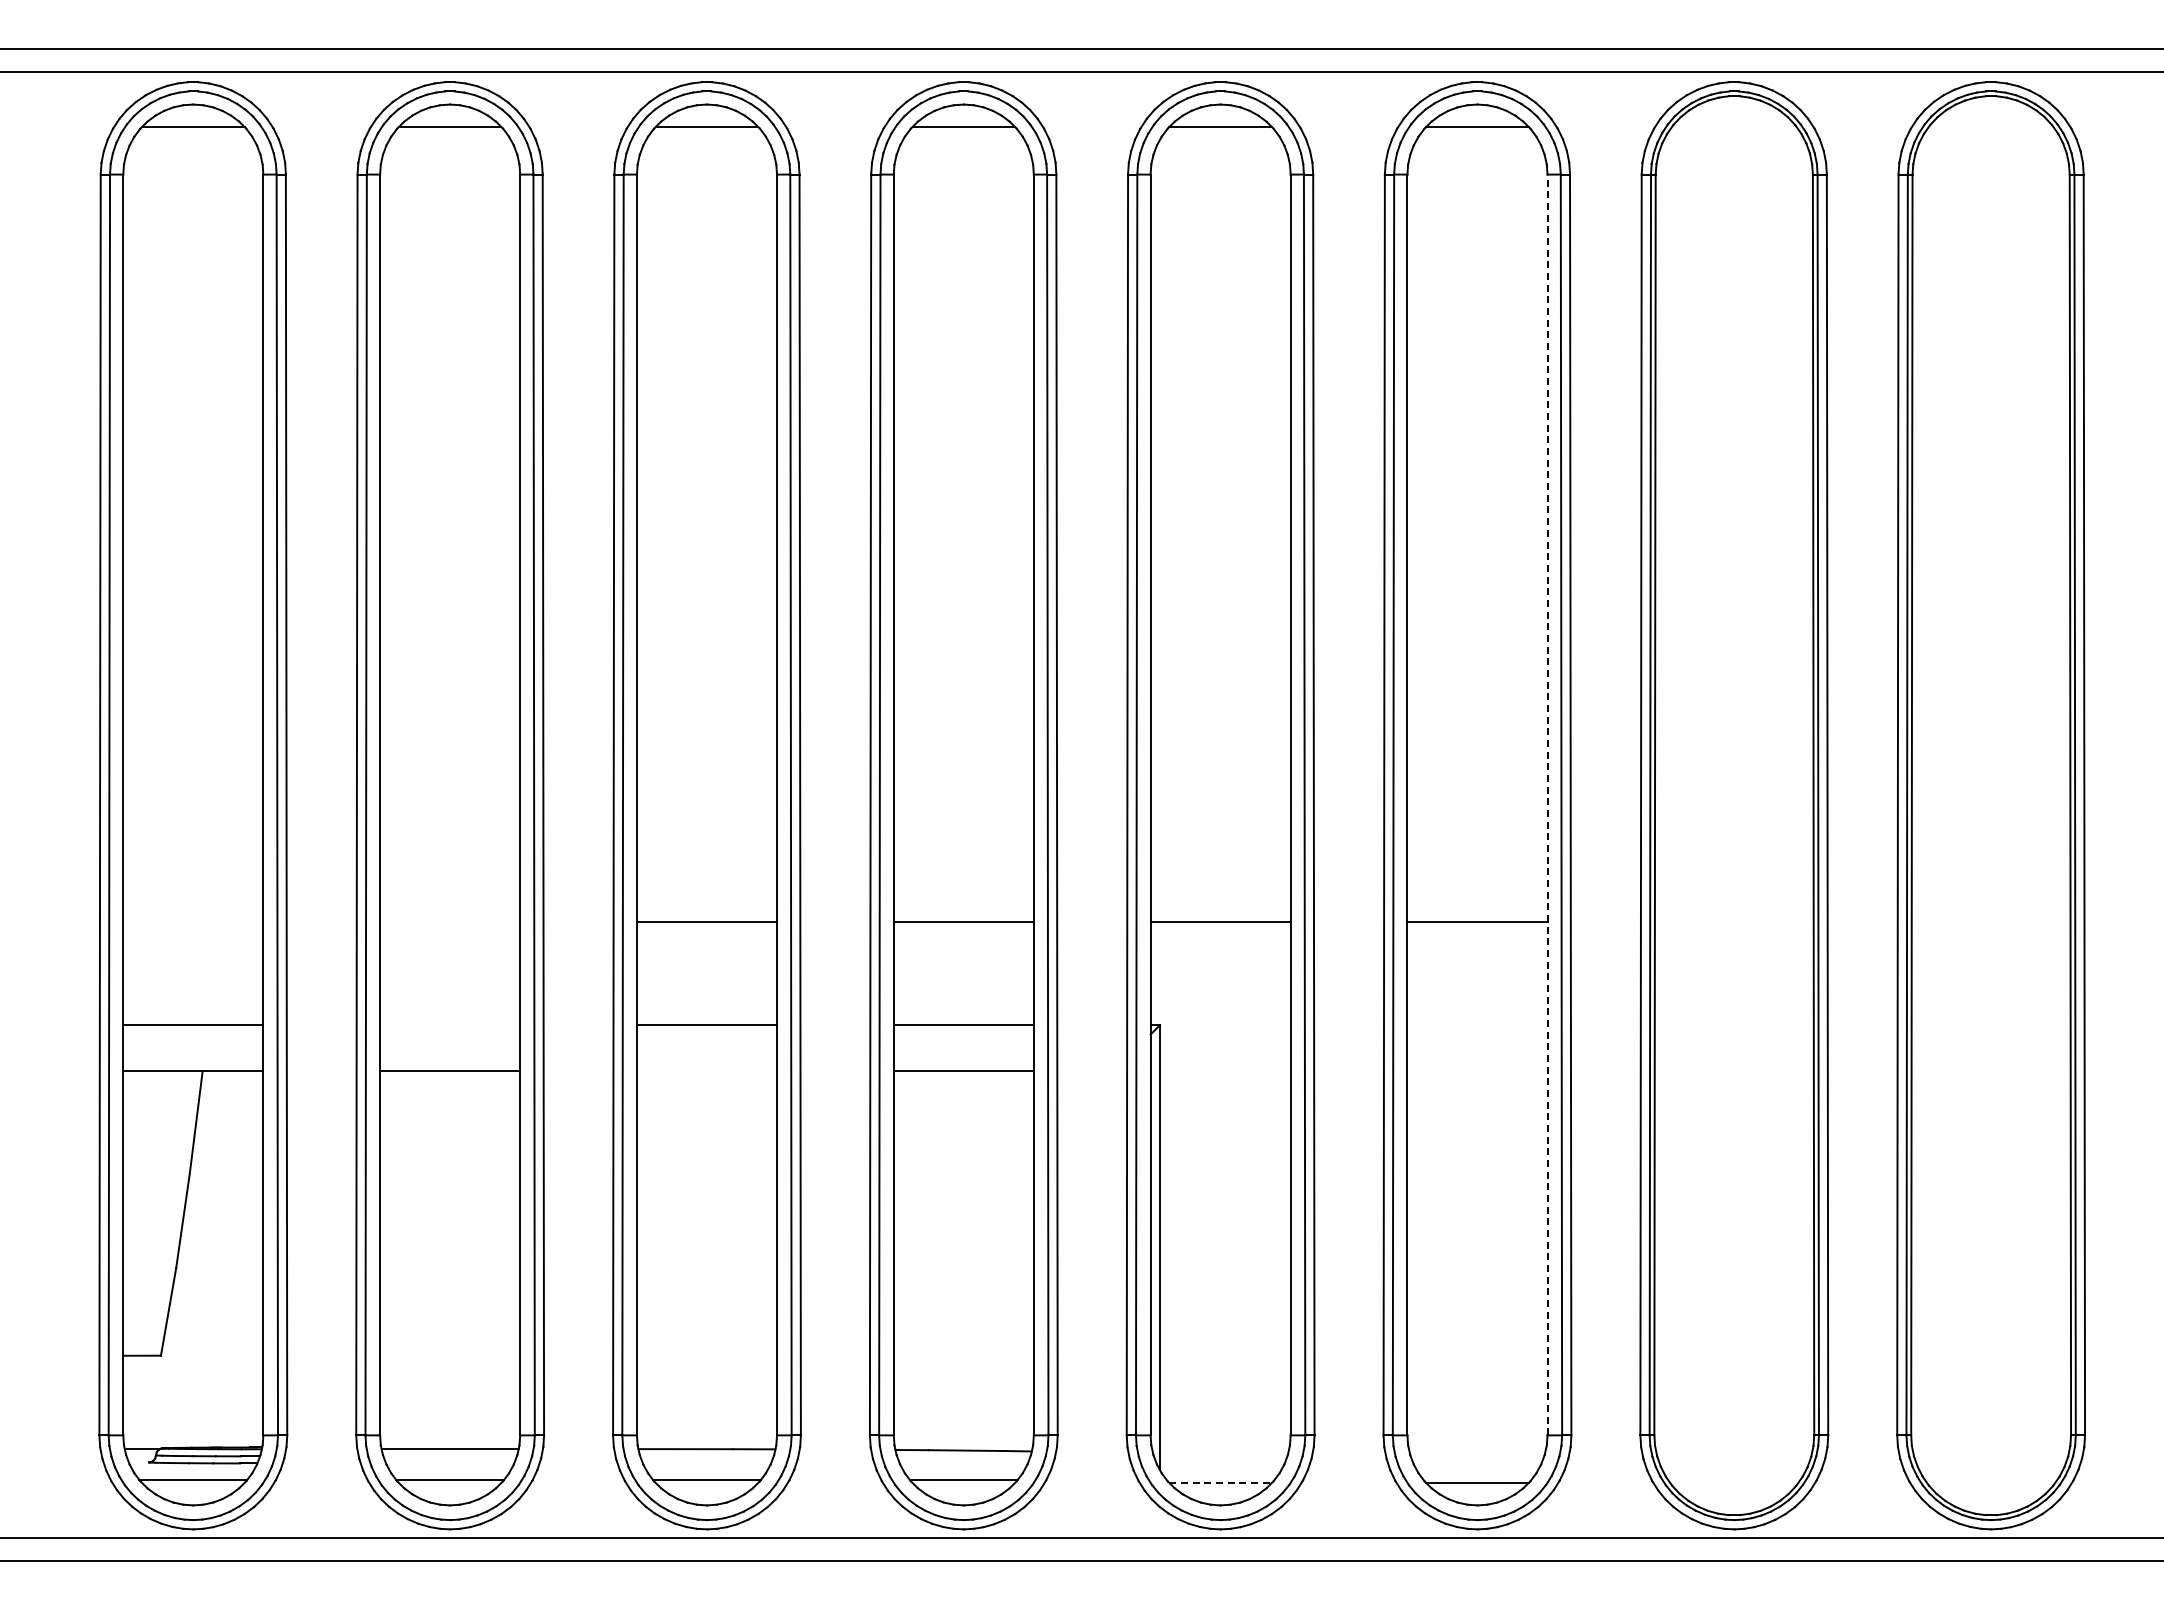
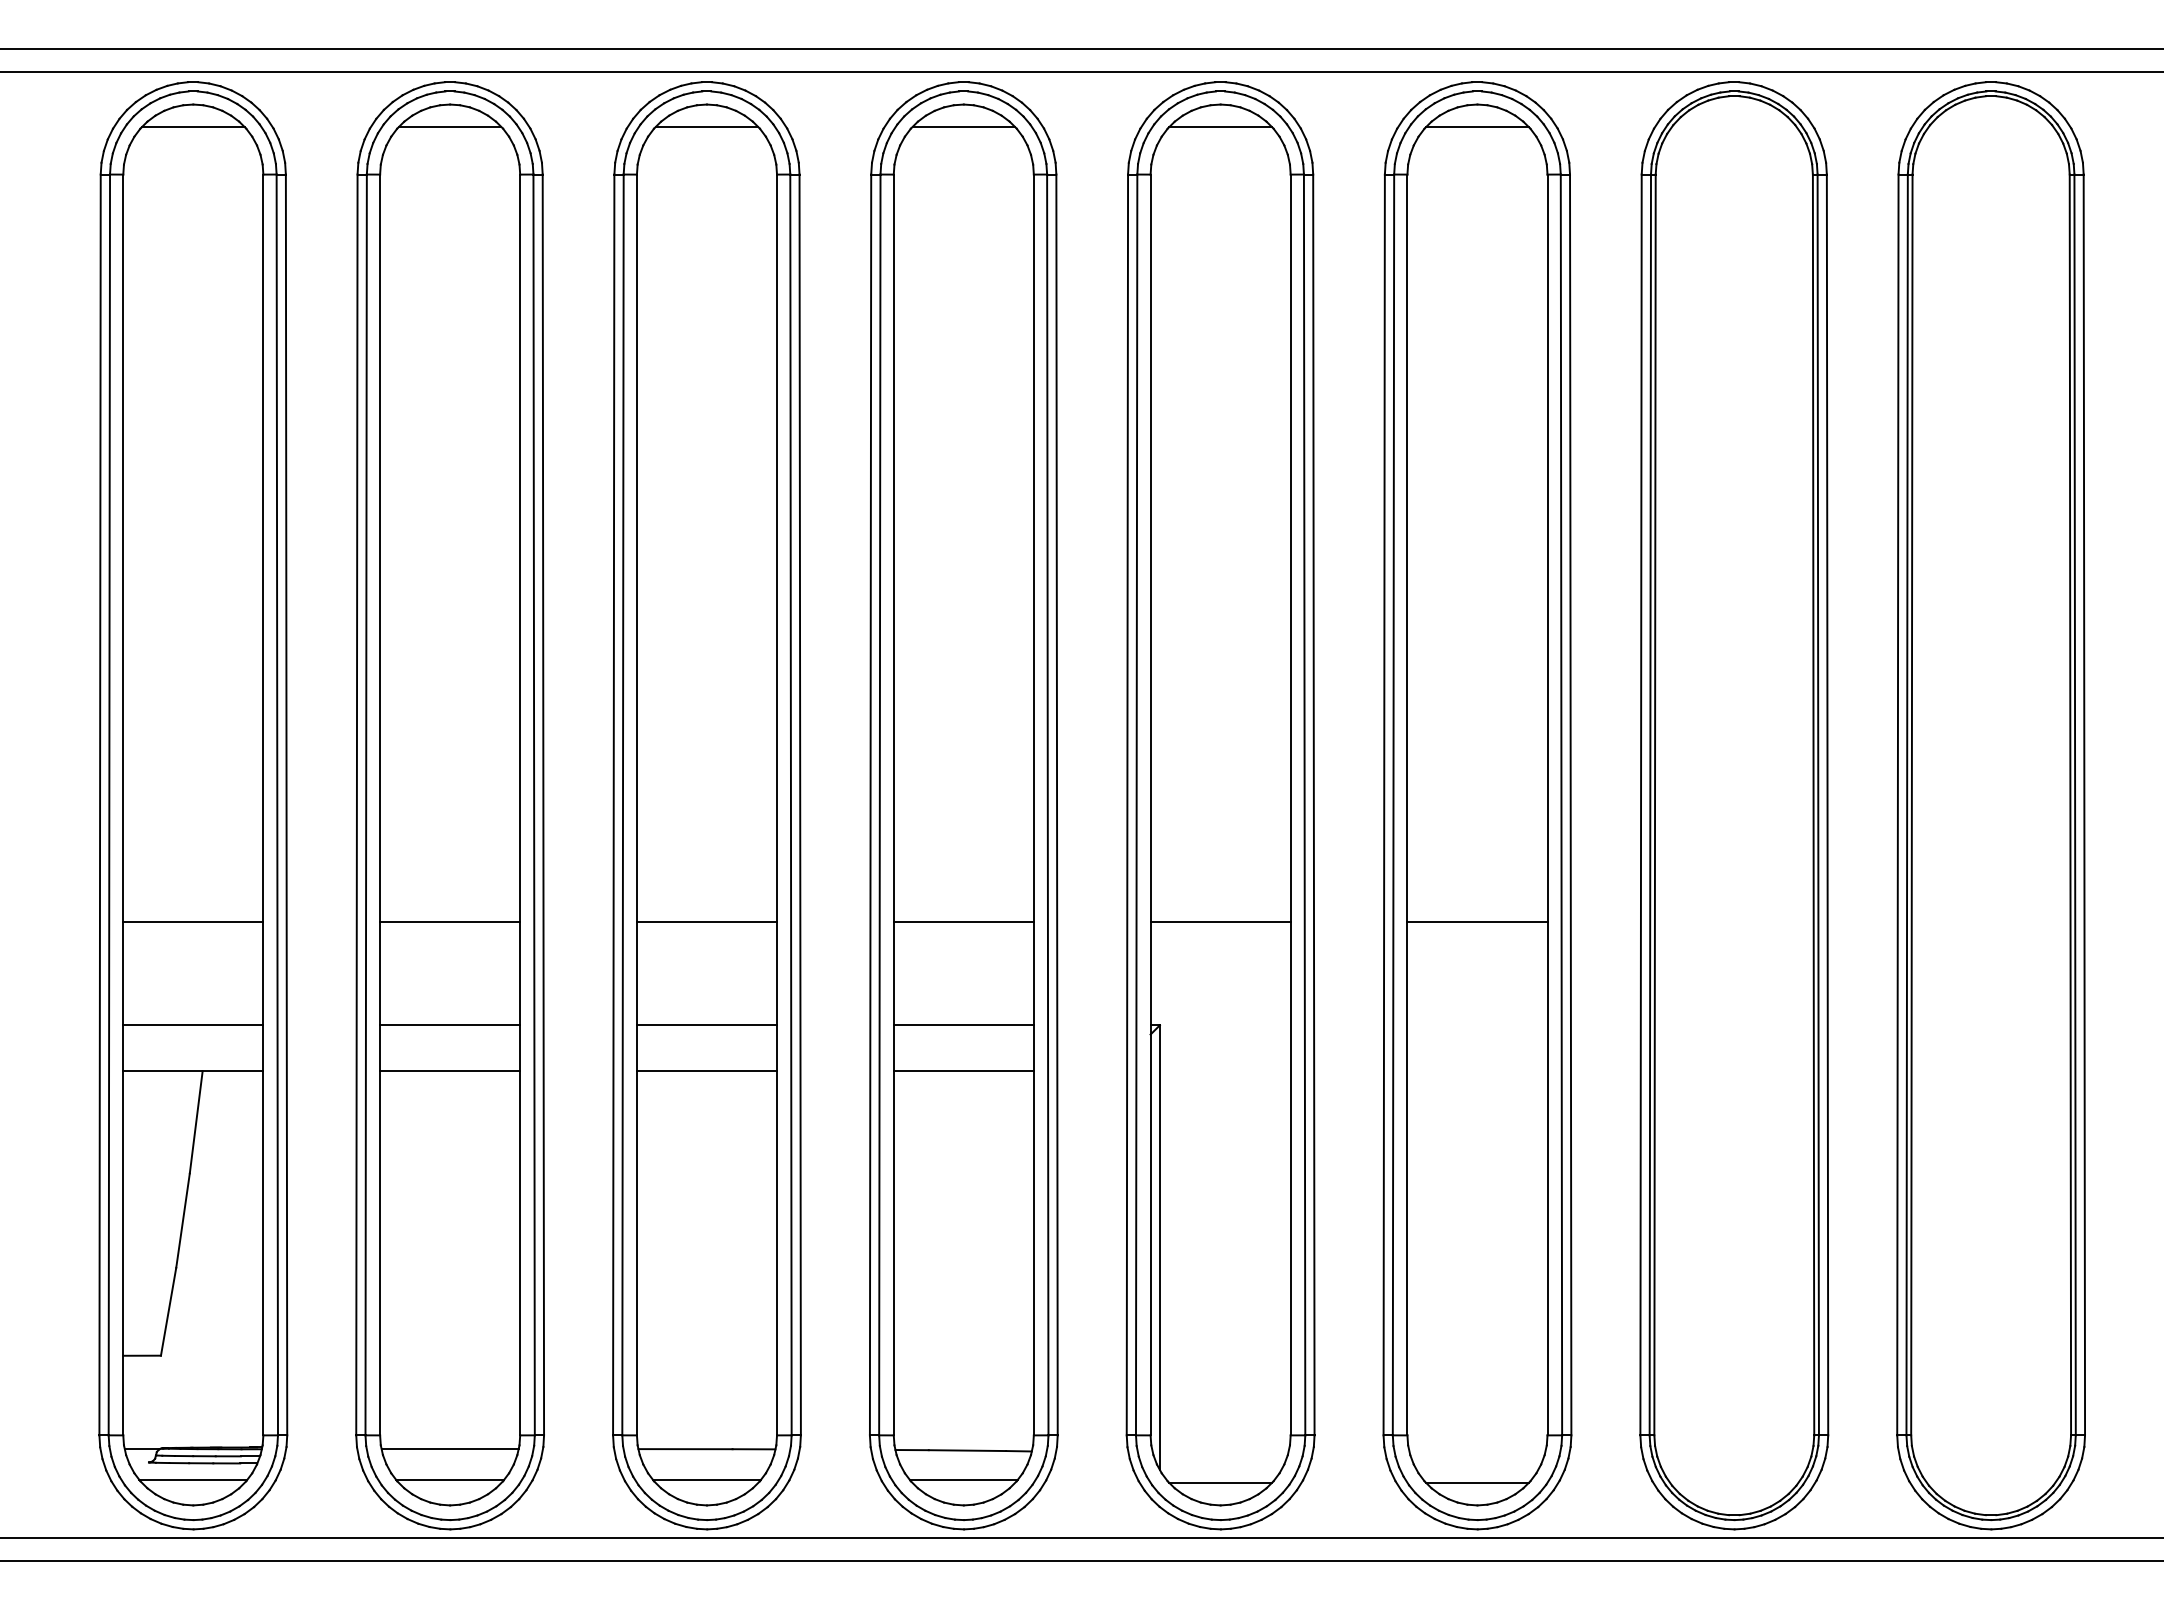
line at (1547, 804): dashed -> solid
line at (193, 921): none -> present
line at (450, 921): none -> present
line at (450, 1025): none -> present
line at (706, 1071): none -> present
line at (1221, 1482): dashed -> solid
